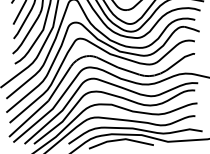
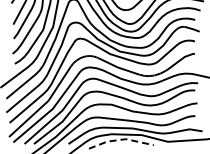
line at (120, 139): solid -> dashed
